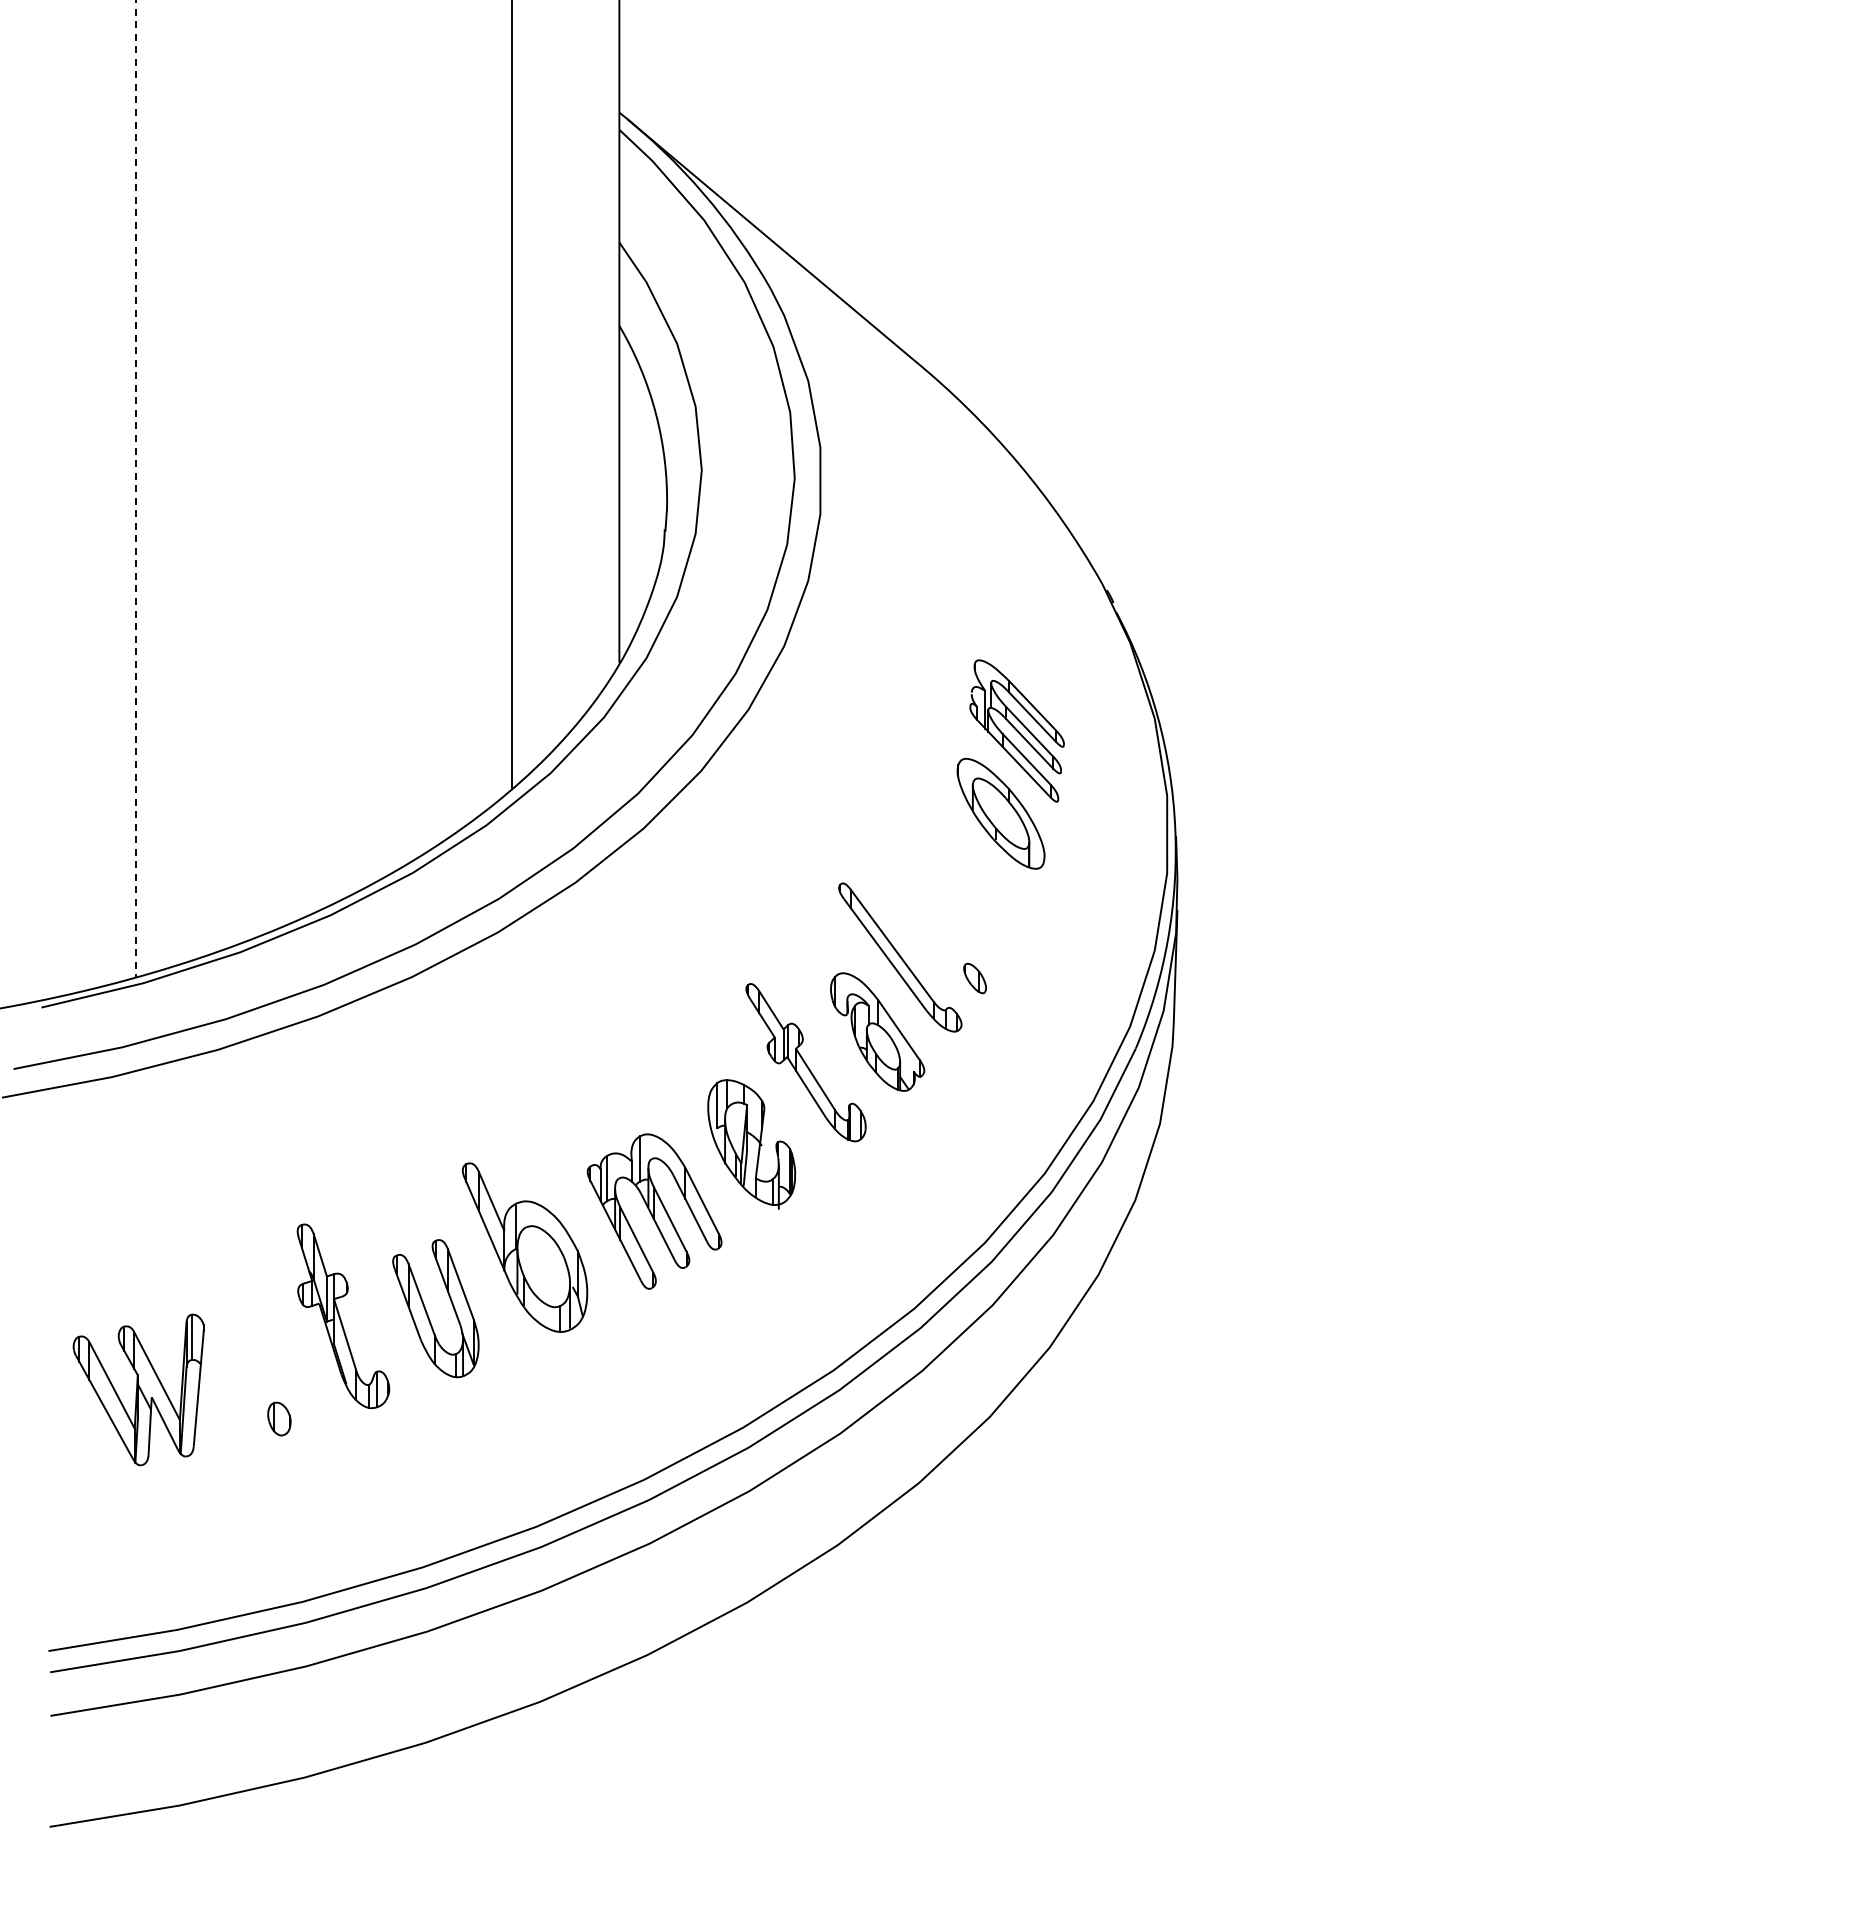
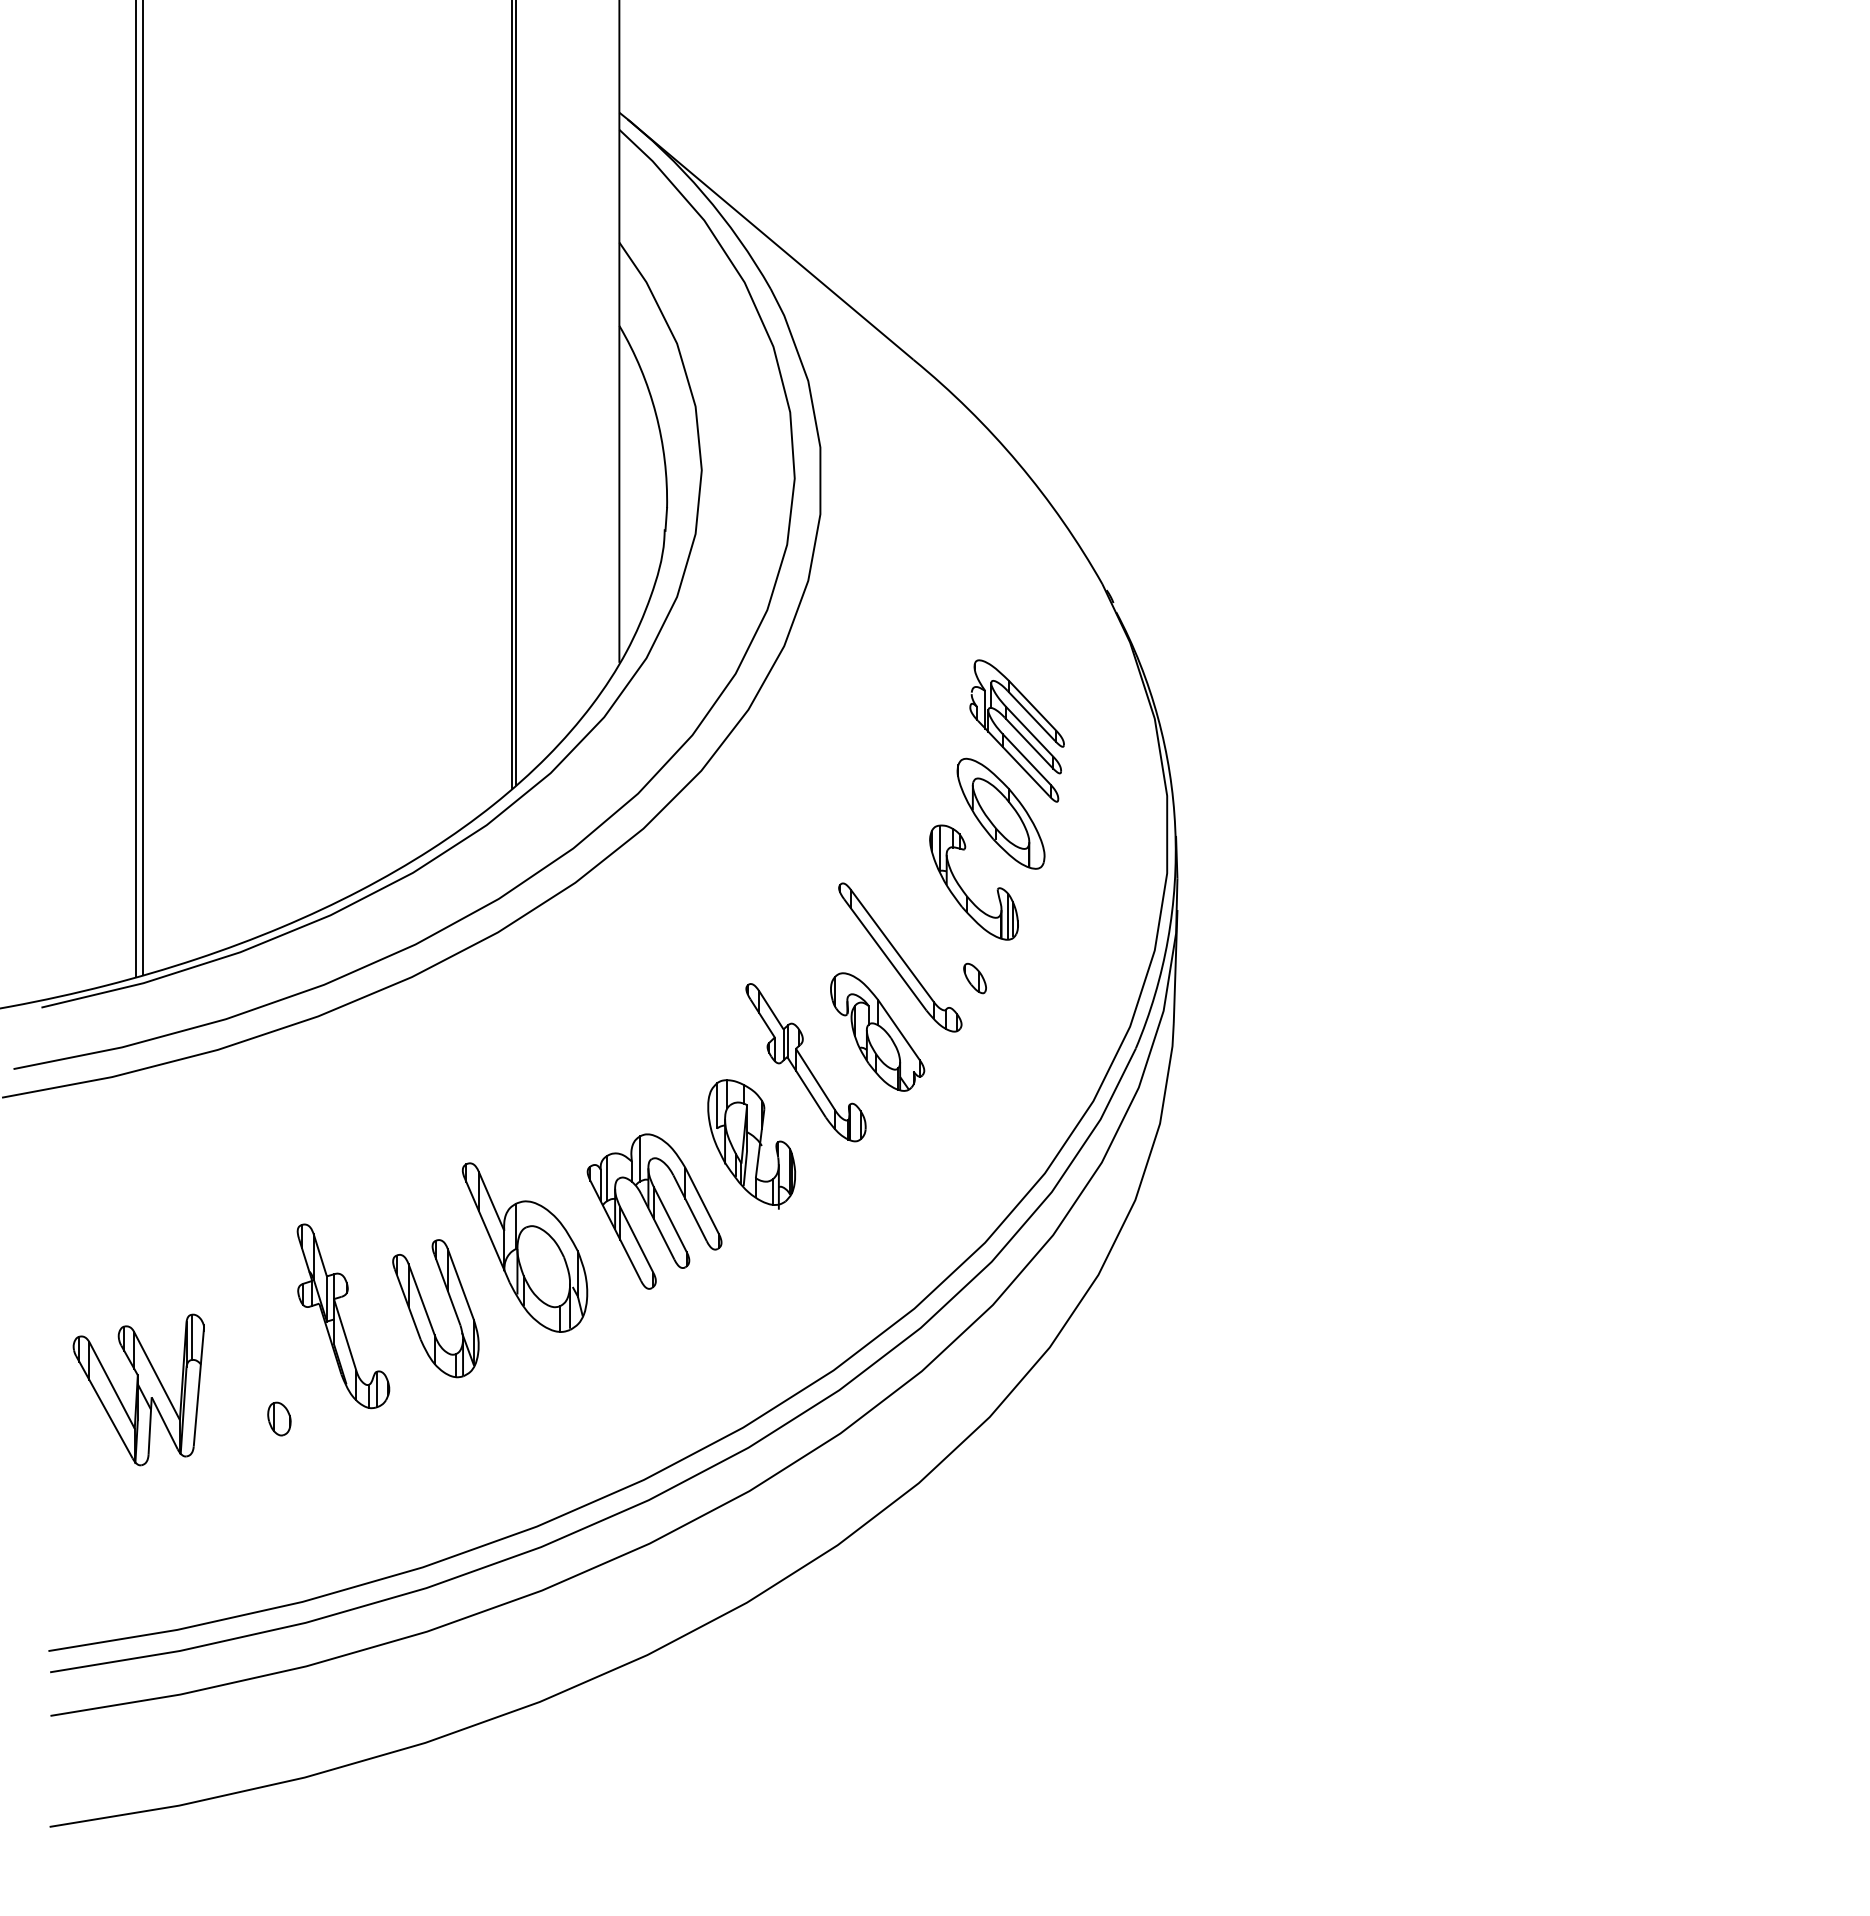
line at (515, 393): none -> present
line at (136, 488): dashed -> solid
line at (142, 488): none -> present
part at (963, 889): none -> present
